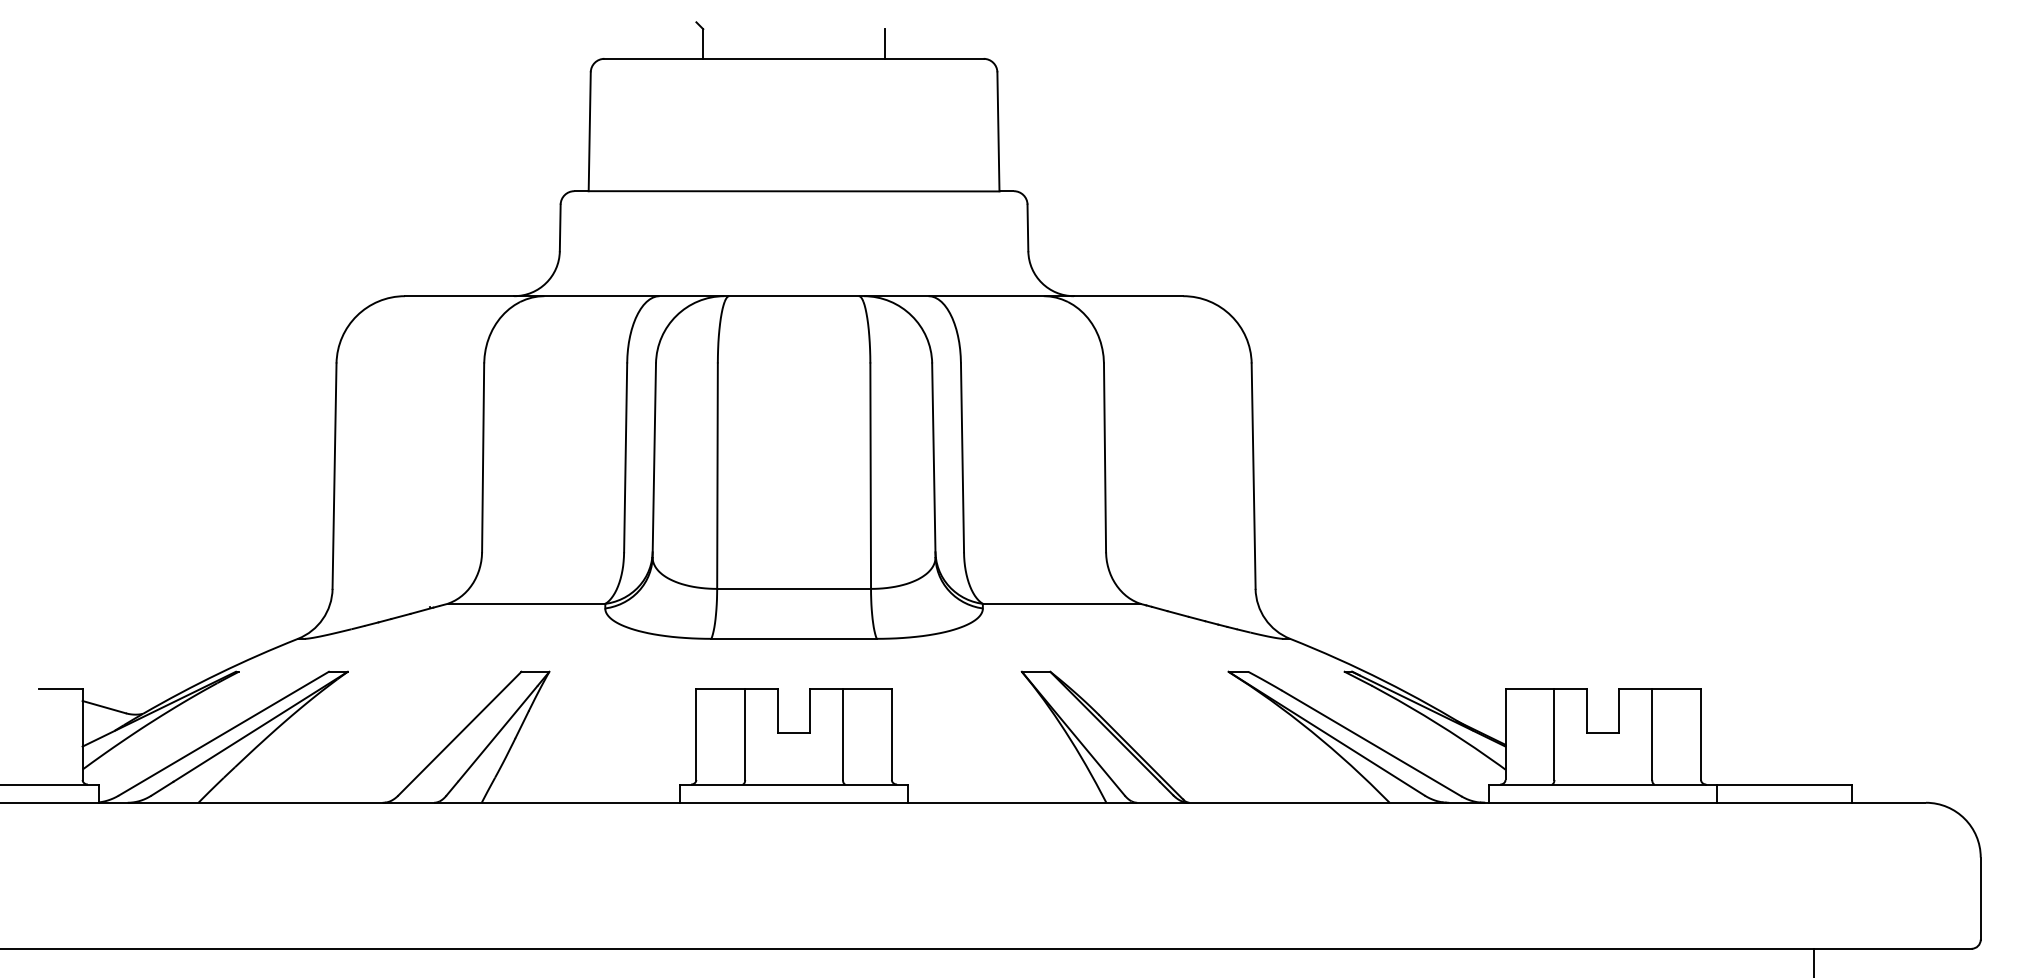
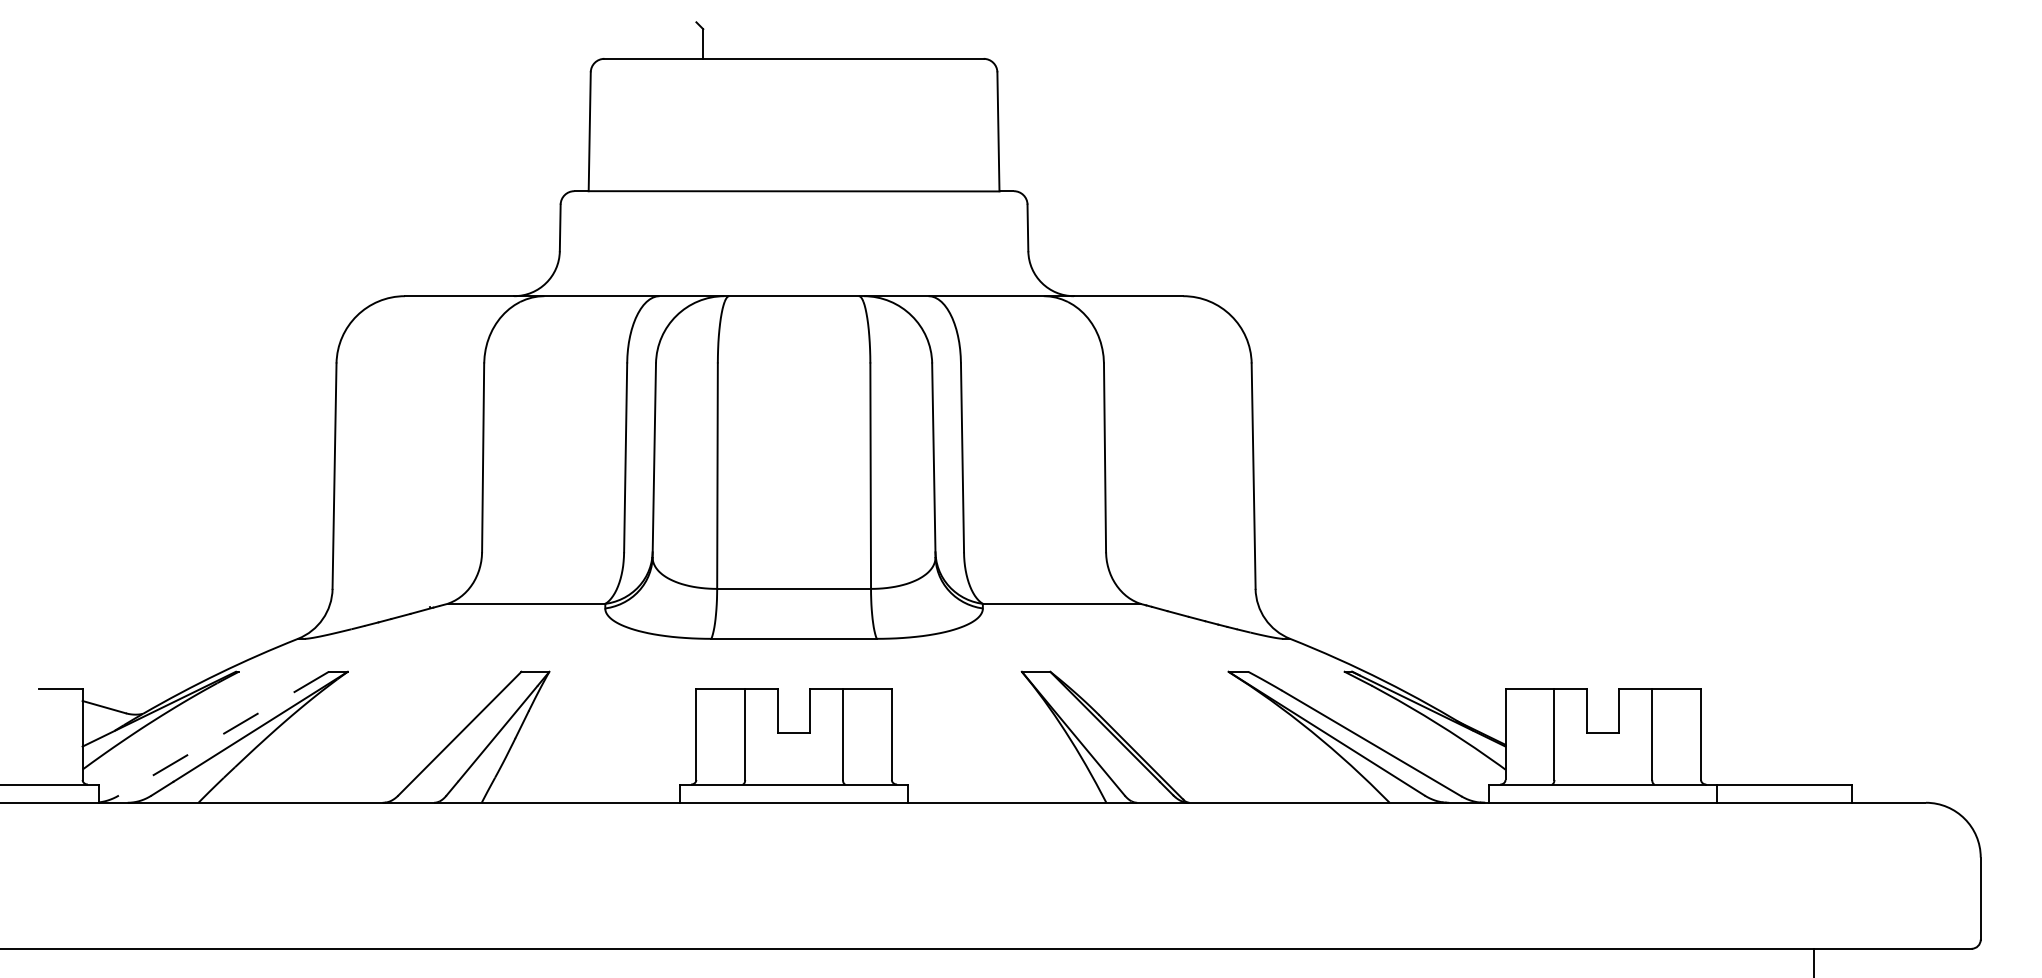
line at (884, 43): present -> none
line at (223, 733): solid -> dashed
